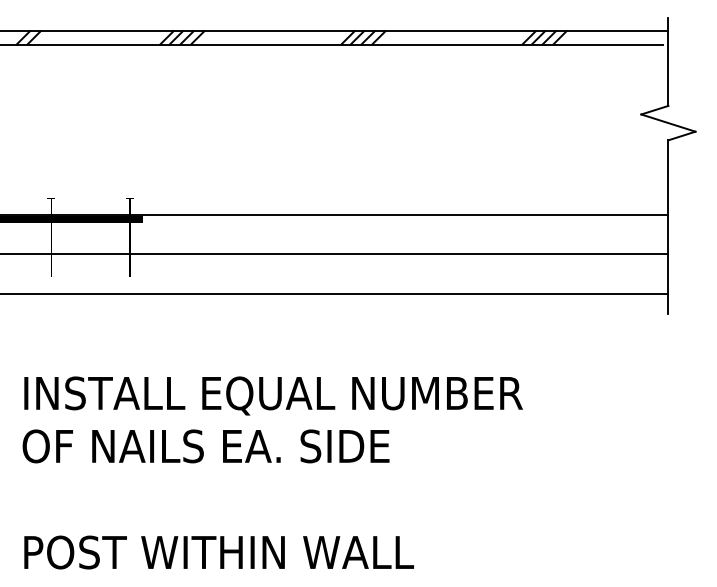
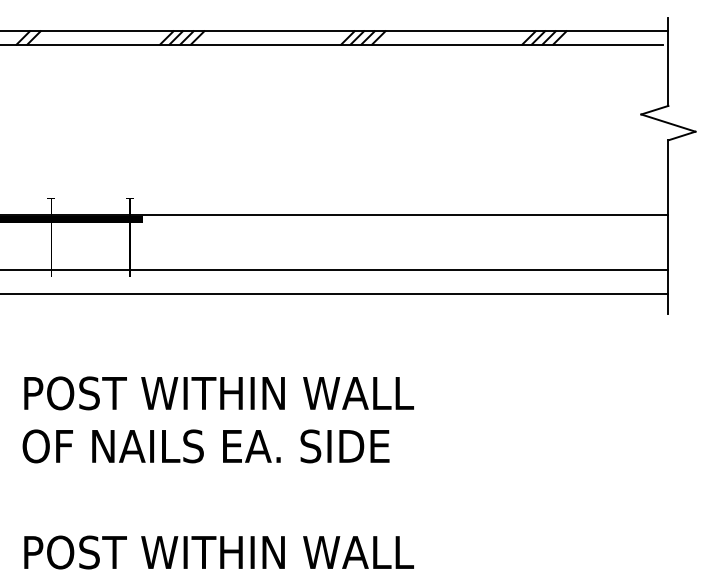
line at (335, 254) position: (335, 254) -> (335, 270)
text at (275, 395): INSTALL EQUAL NUMBER -> POST WITHIN WALL
